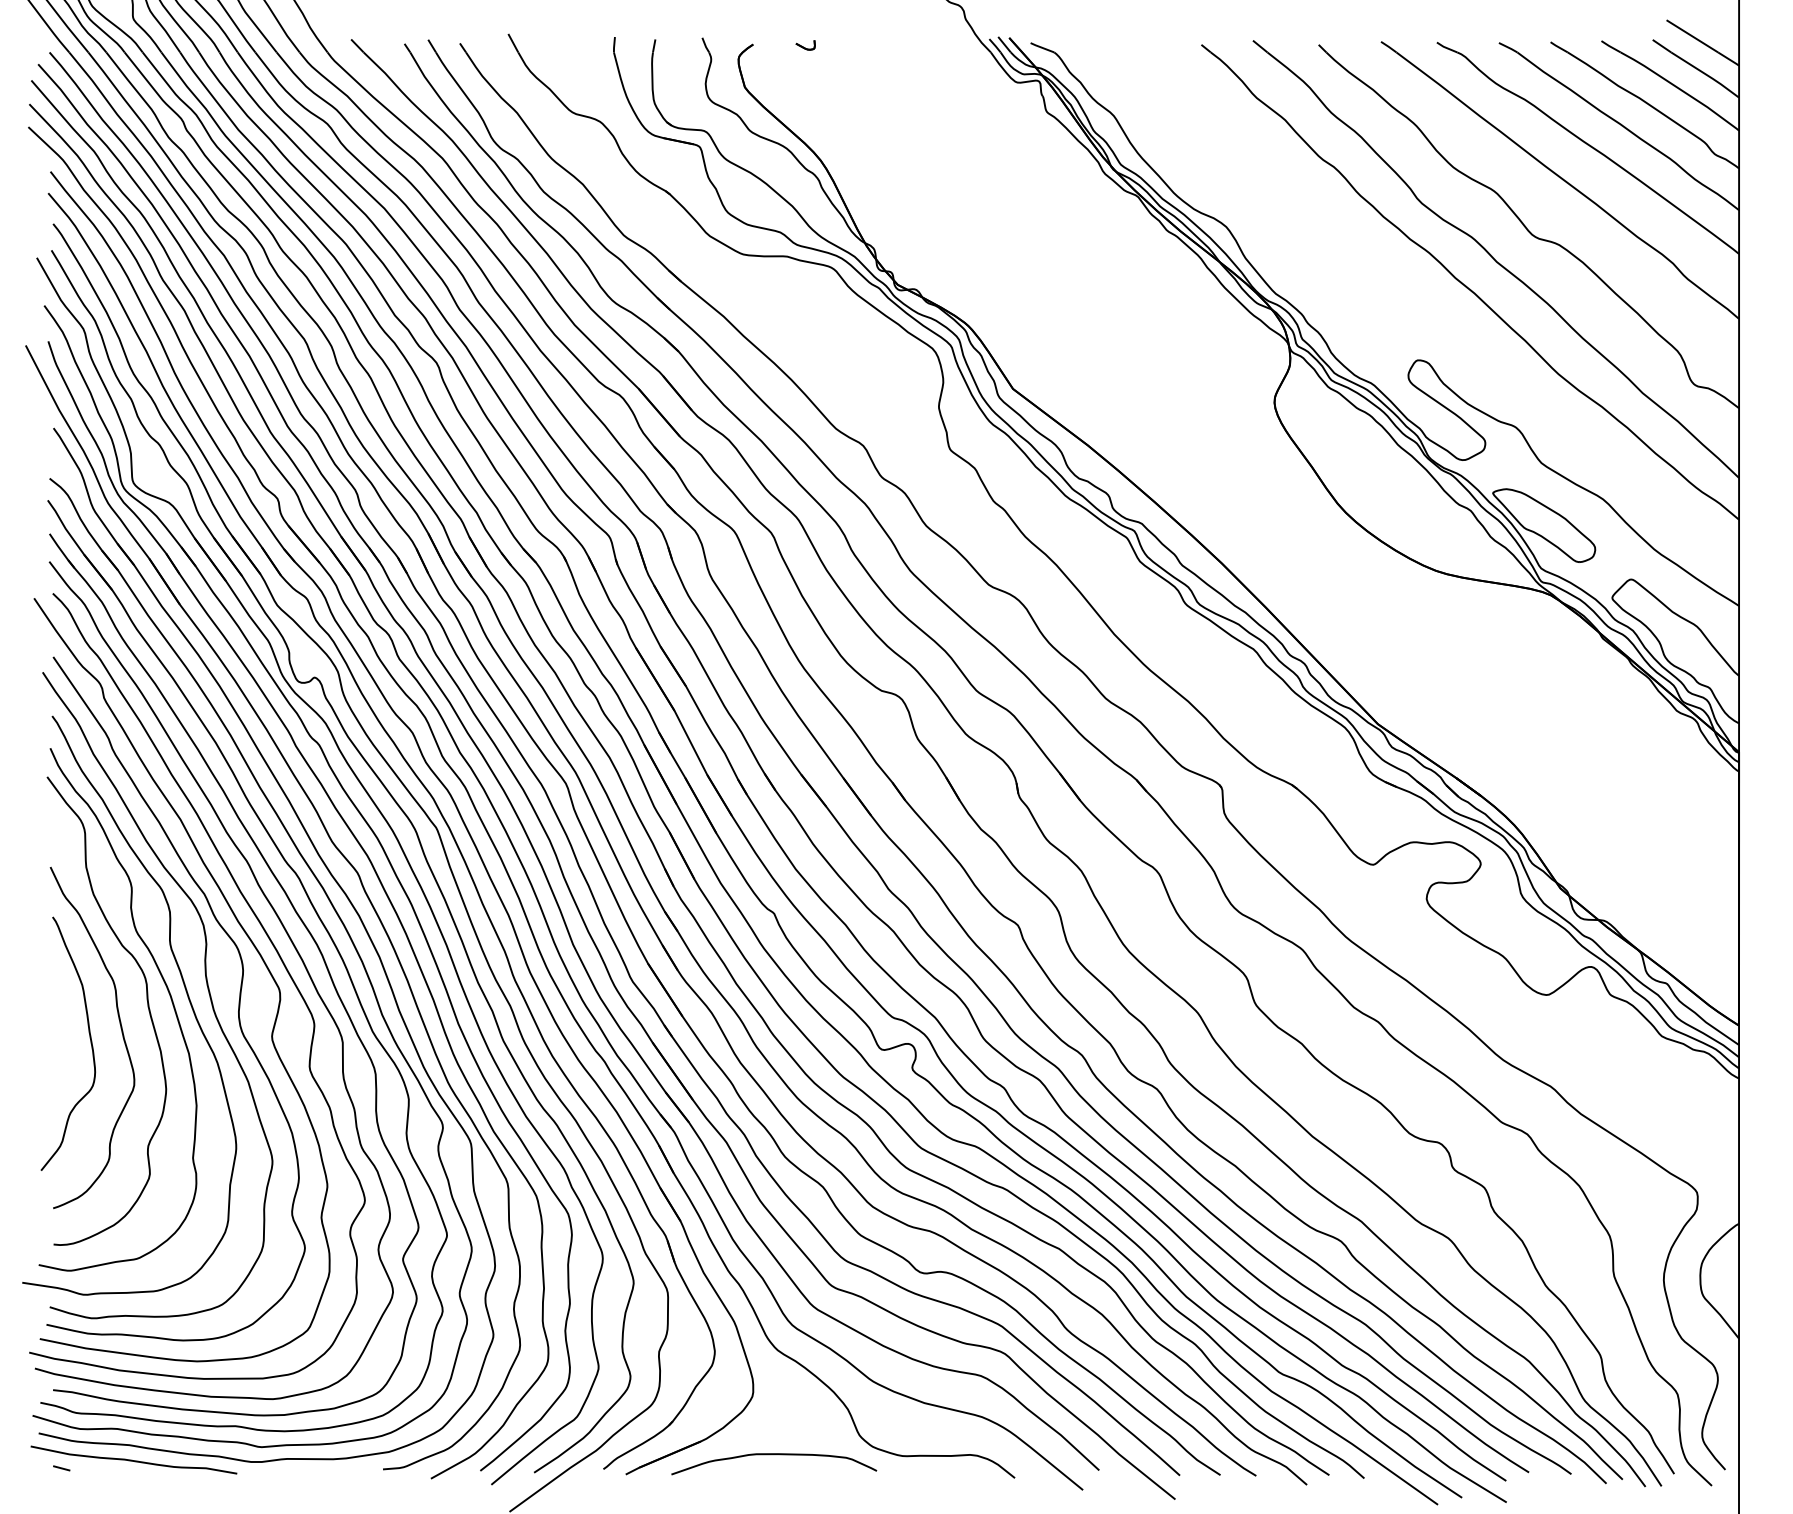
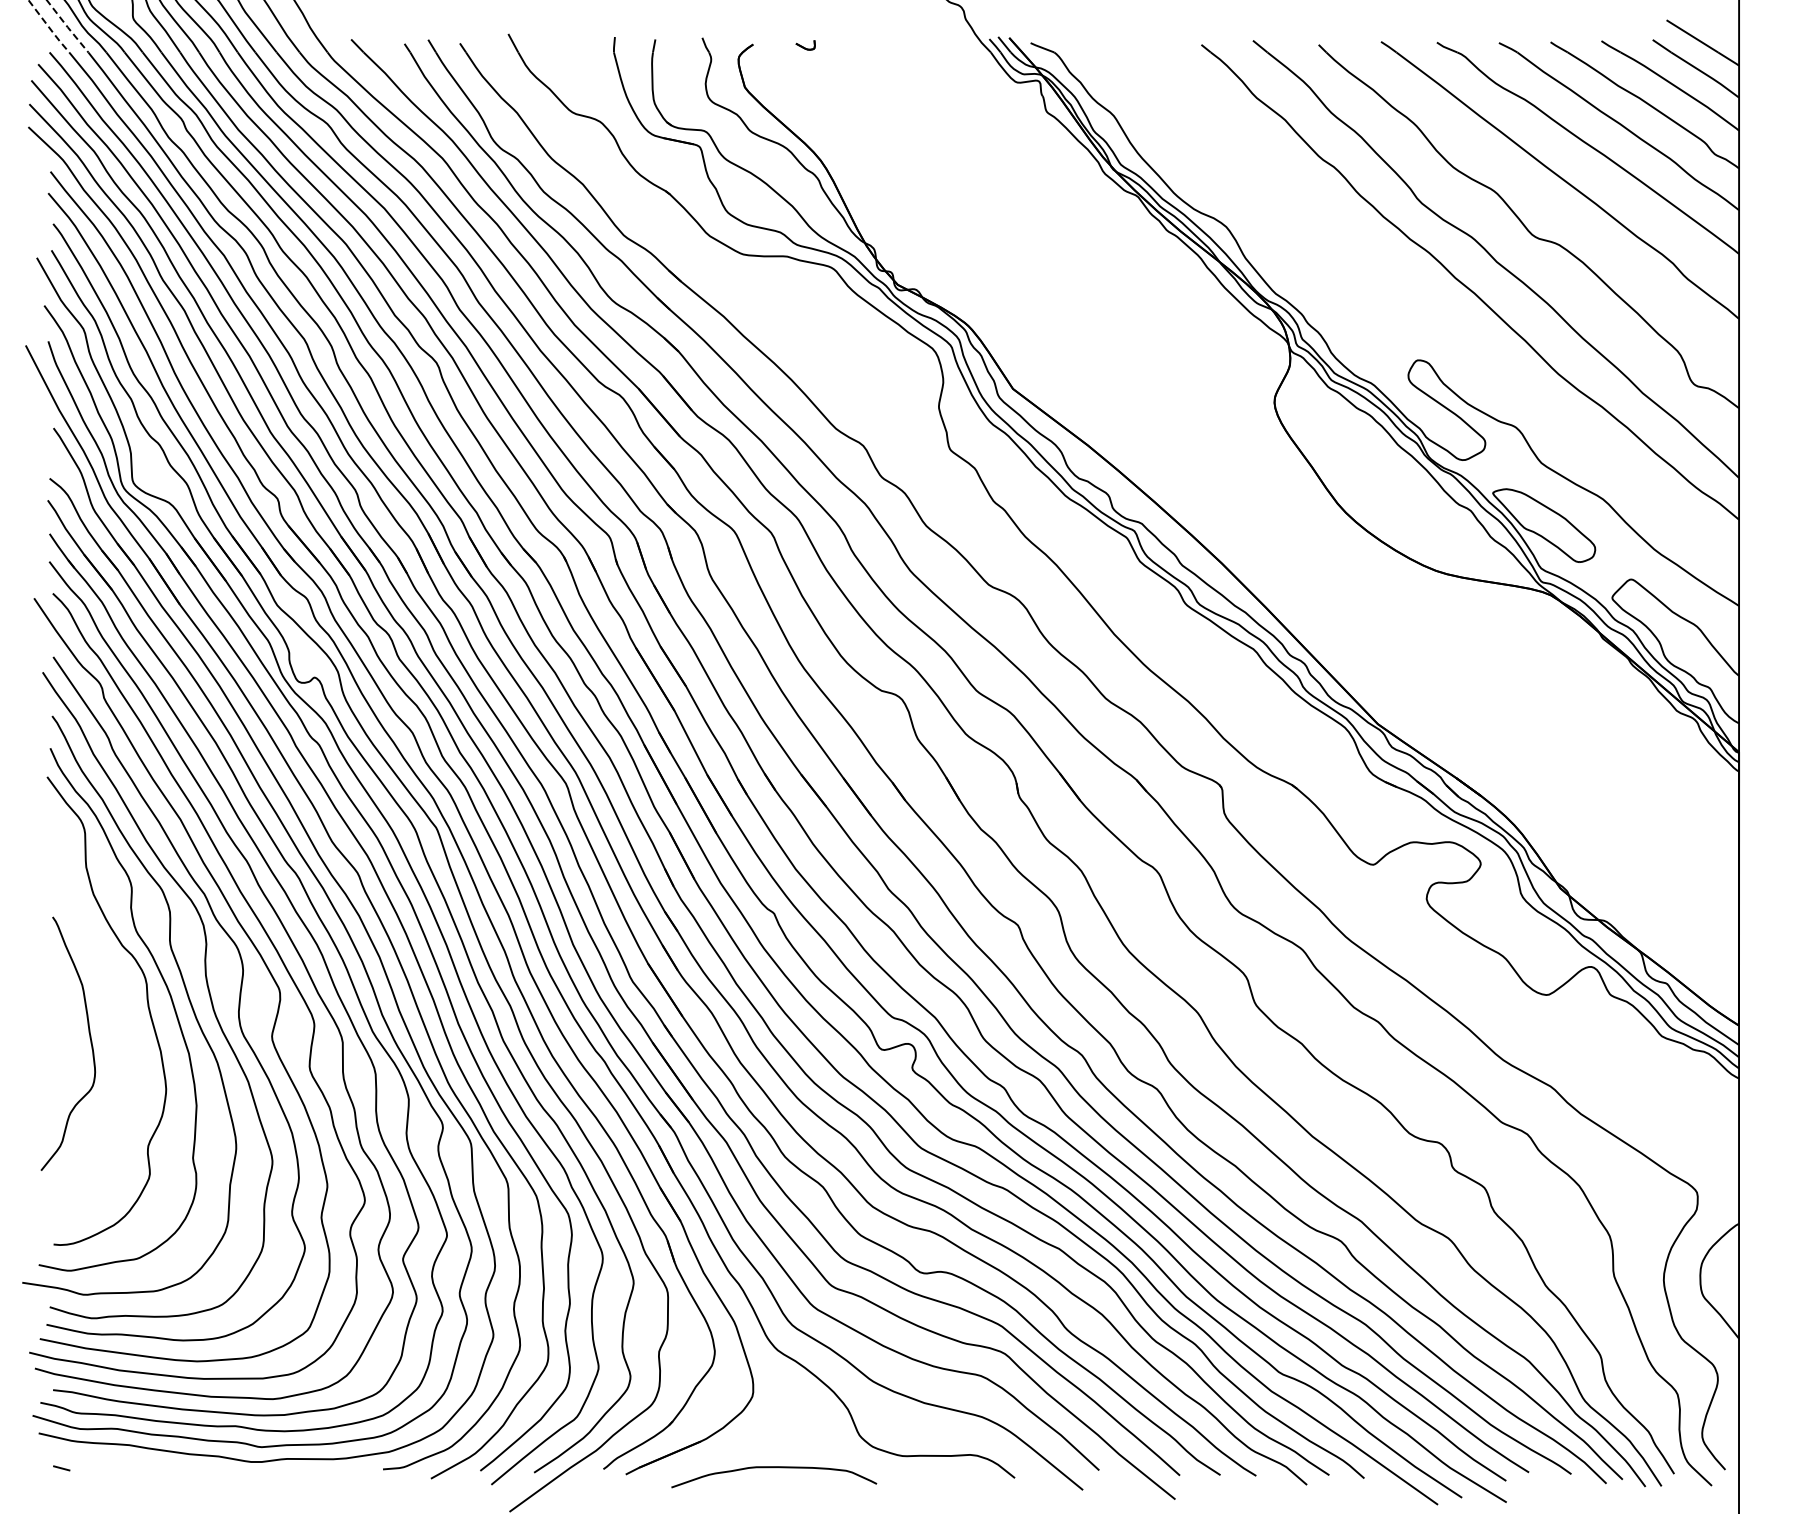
line at (67, 27): solid -> dashed
line at (49, 28): solid -> dashed
curve at (121, 1033): present -> none
curve at (774, 1455) position: (774, 1455) -> (774, 1468)
curve at (132, 1459): present -> none
